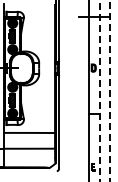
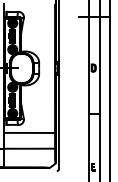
line at (99, 90): dashed -> solid
line at (110, 90): dashed -> solid
